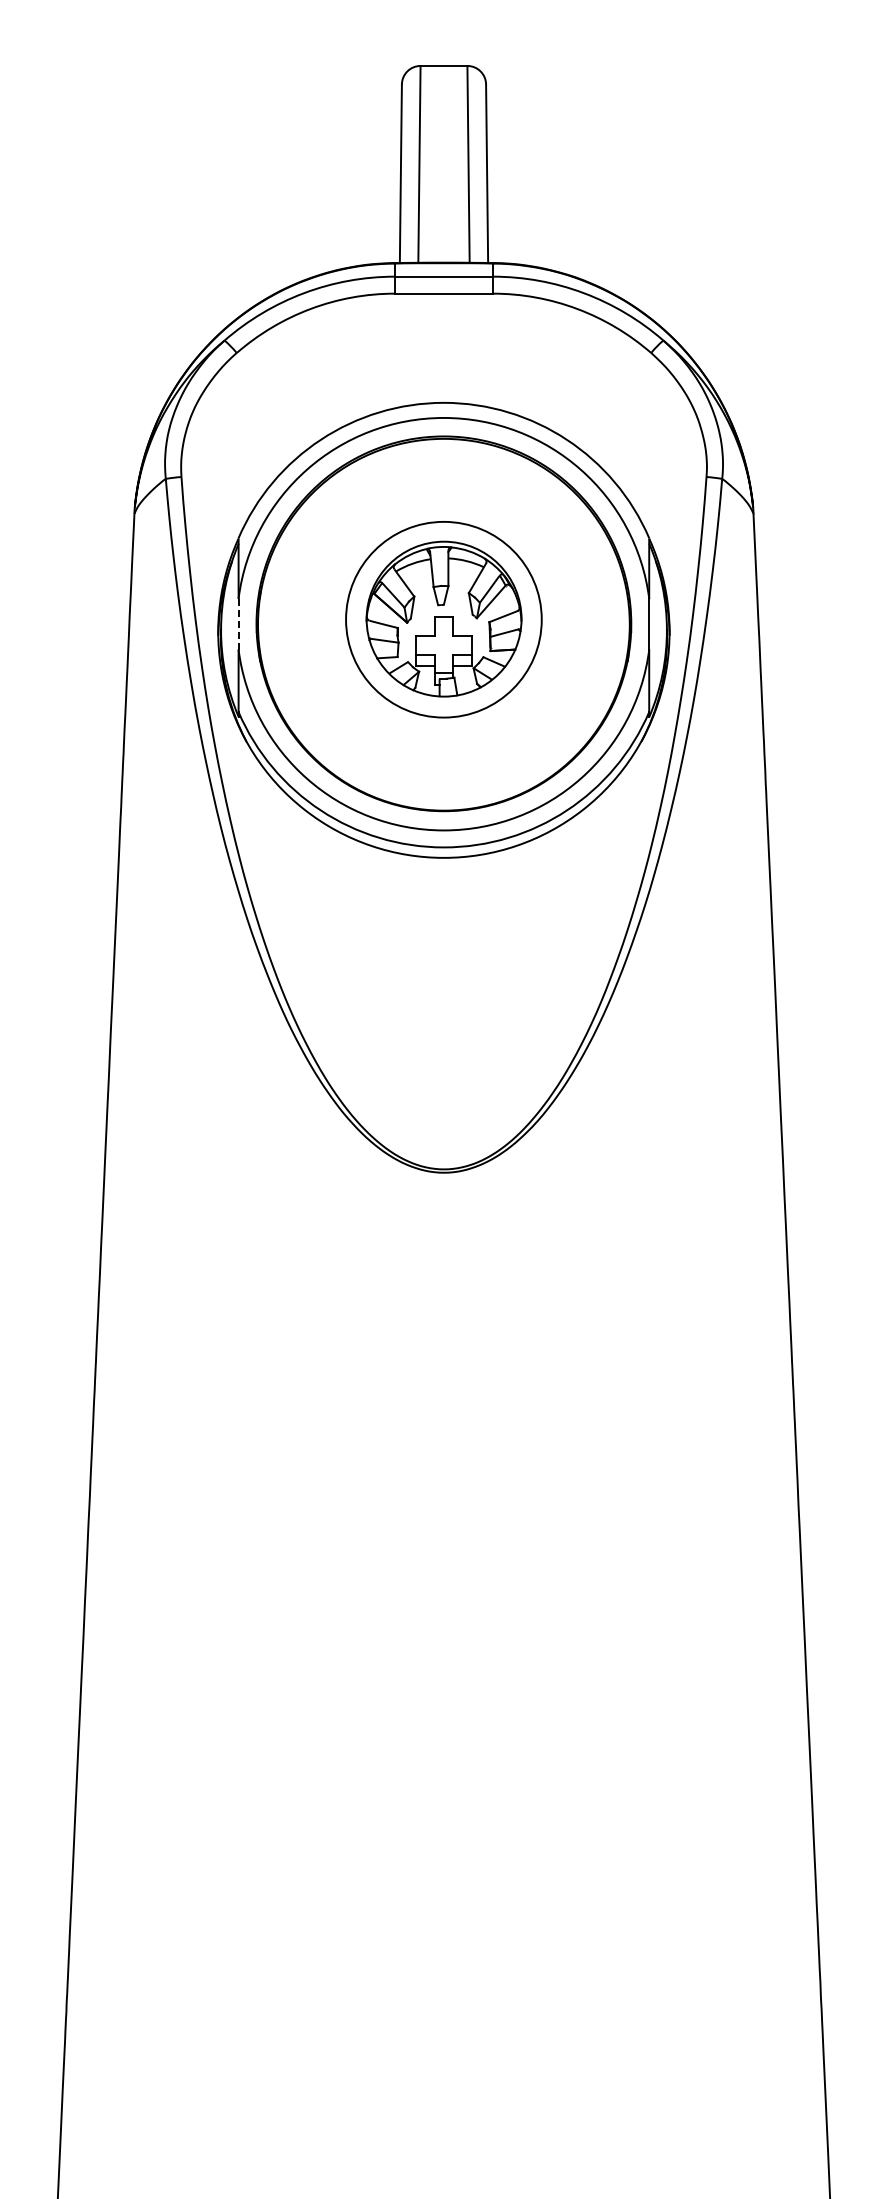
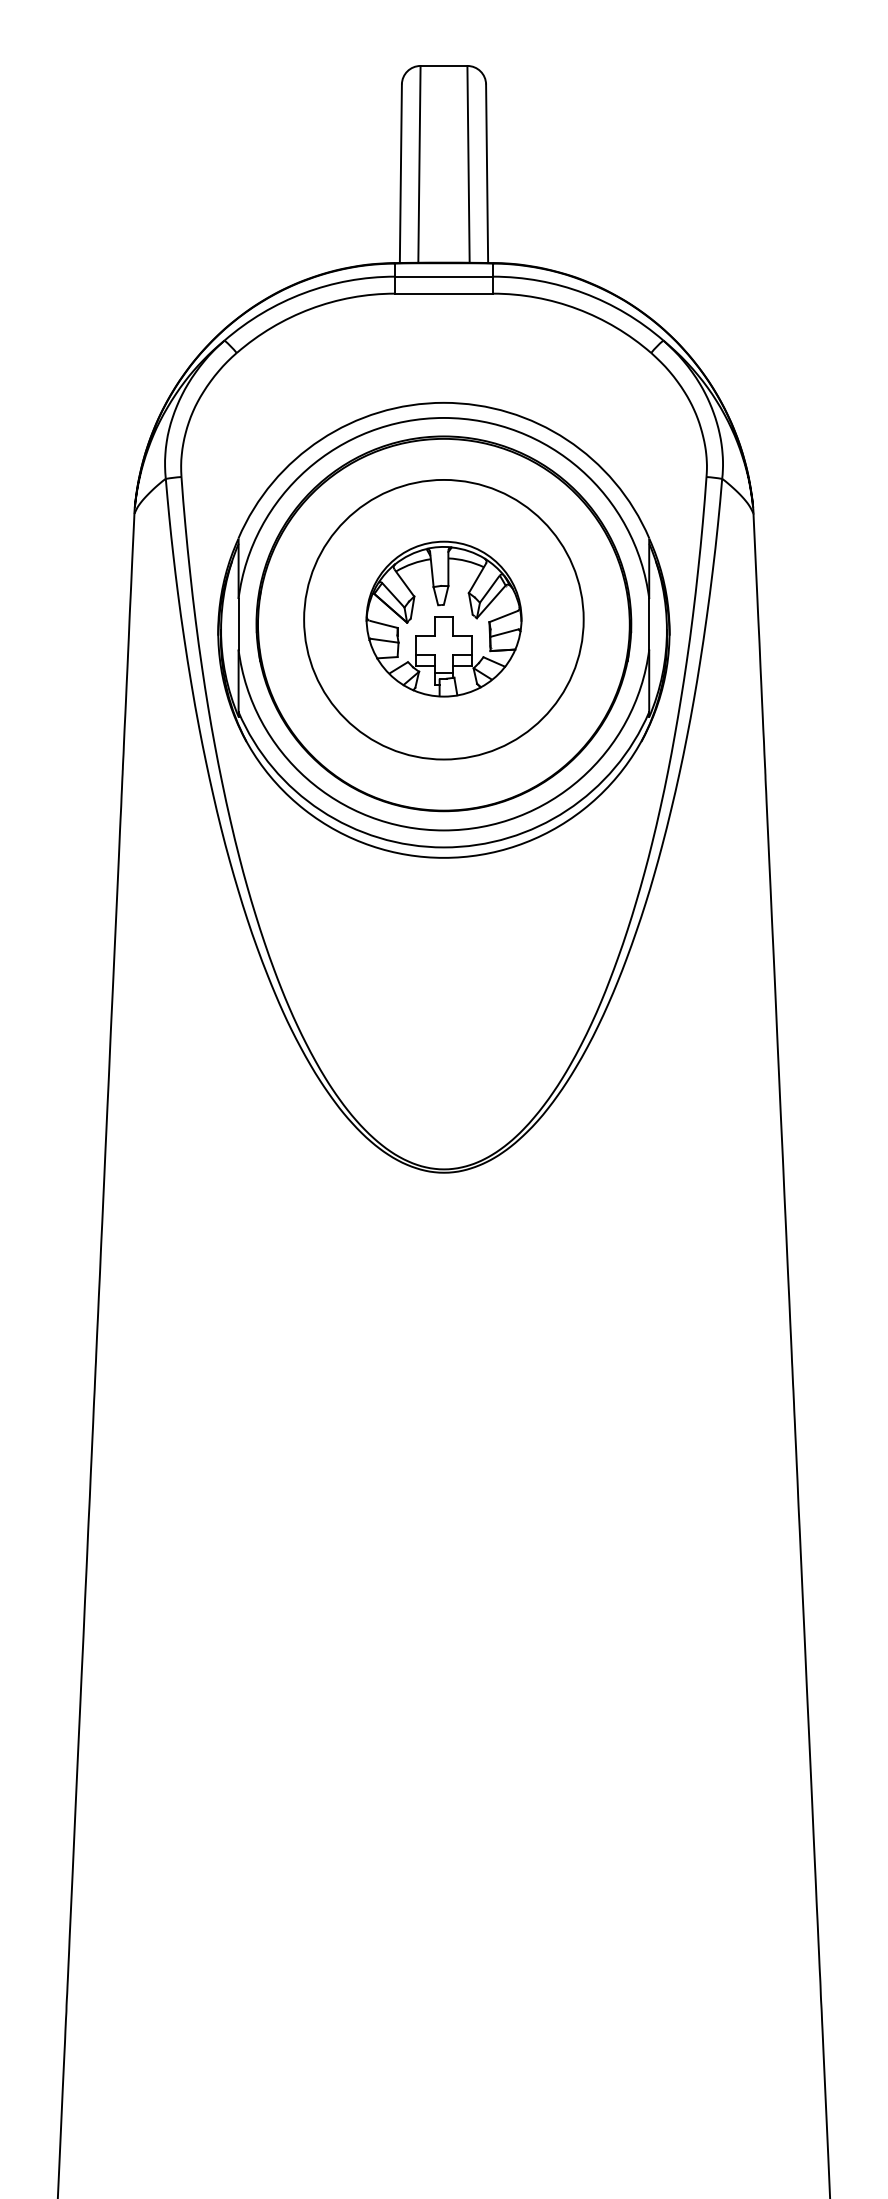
circle at (443, 619) diameter: 196 px -> 280 px
line at (238, 623): dashed -> solid
